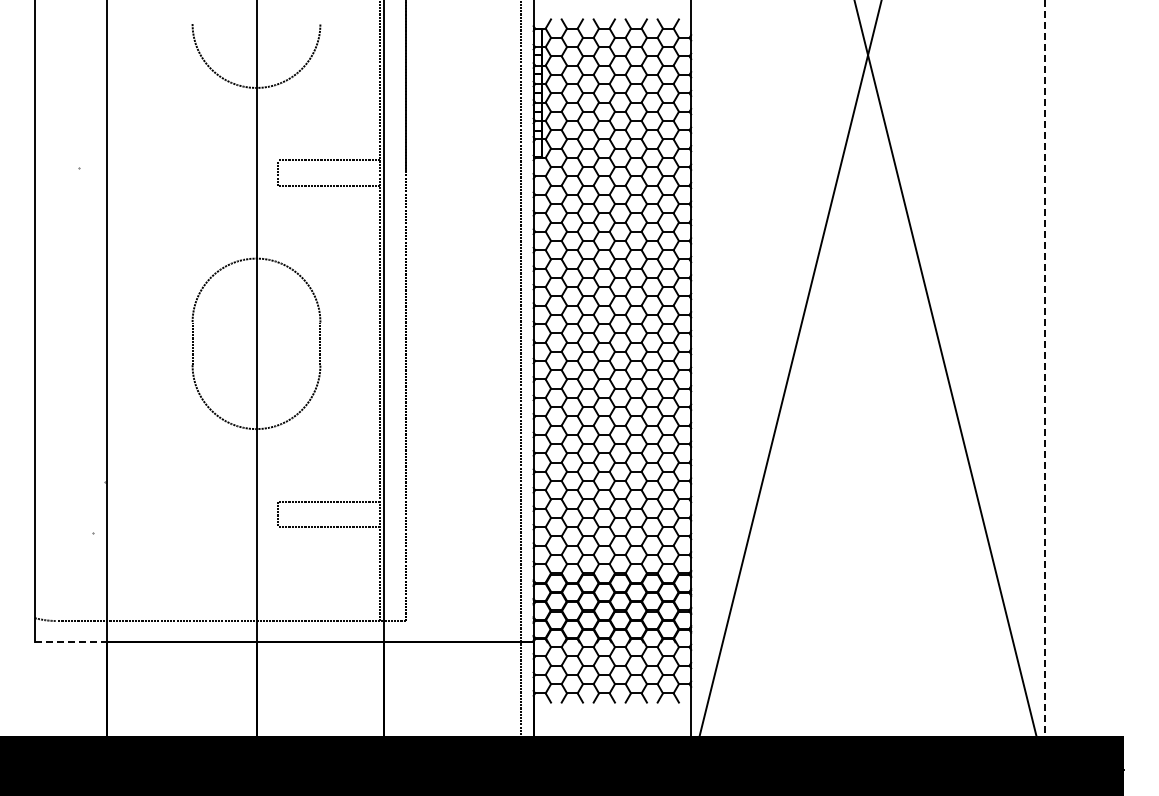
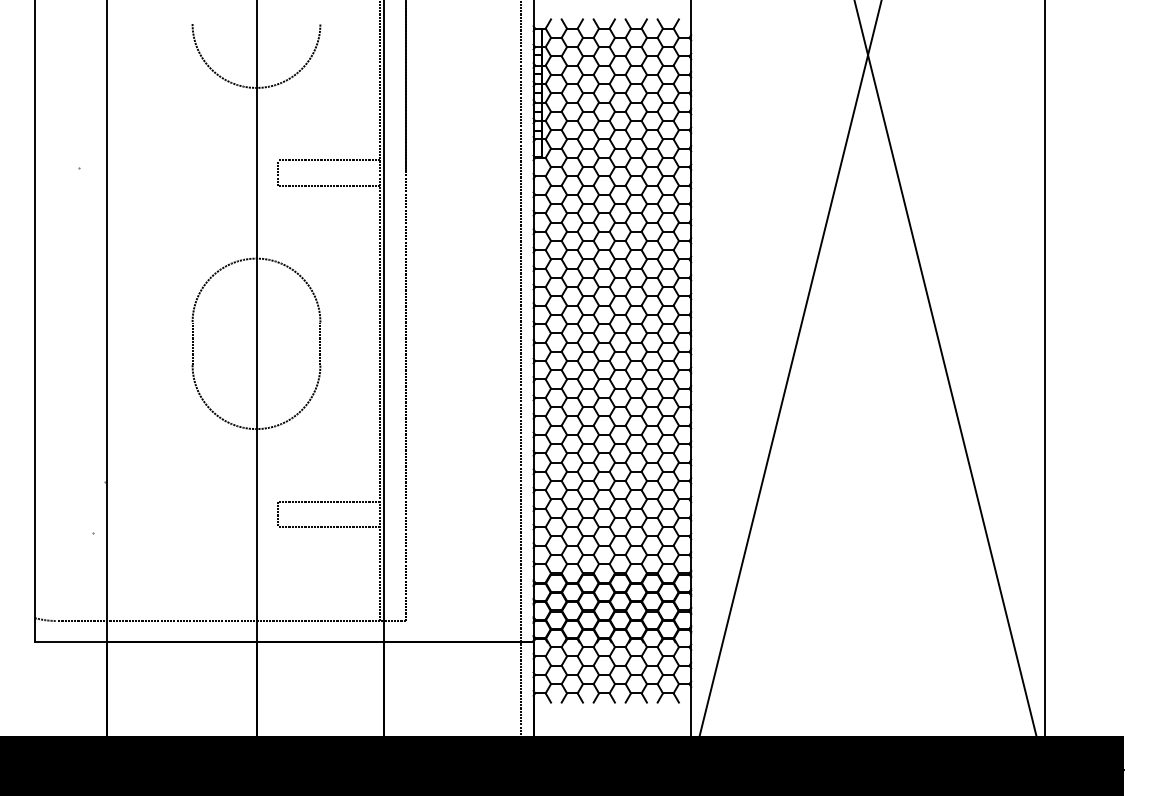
line at (1044, 385): dashed -> solid
line at (71, 642): dashed -> solid
